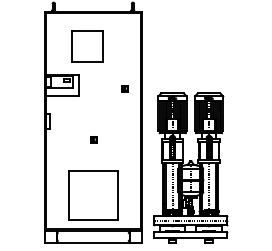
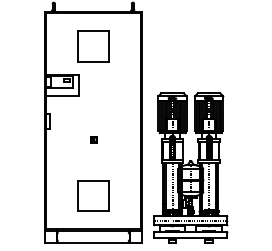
part at (87, 46) position: (87, 46) -> (93, 46)
part at (124, 88): present -> none
part at (93, 195) size: 51x51 px -> 33x32 px
